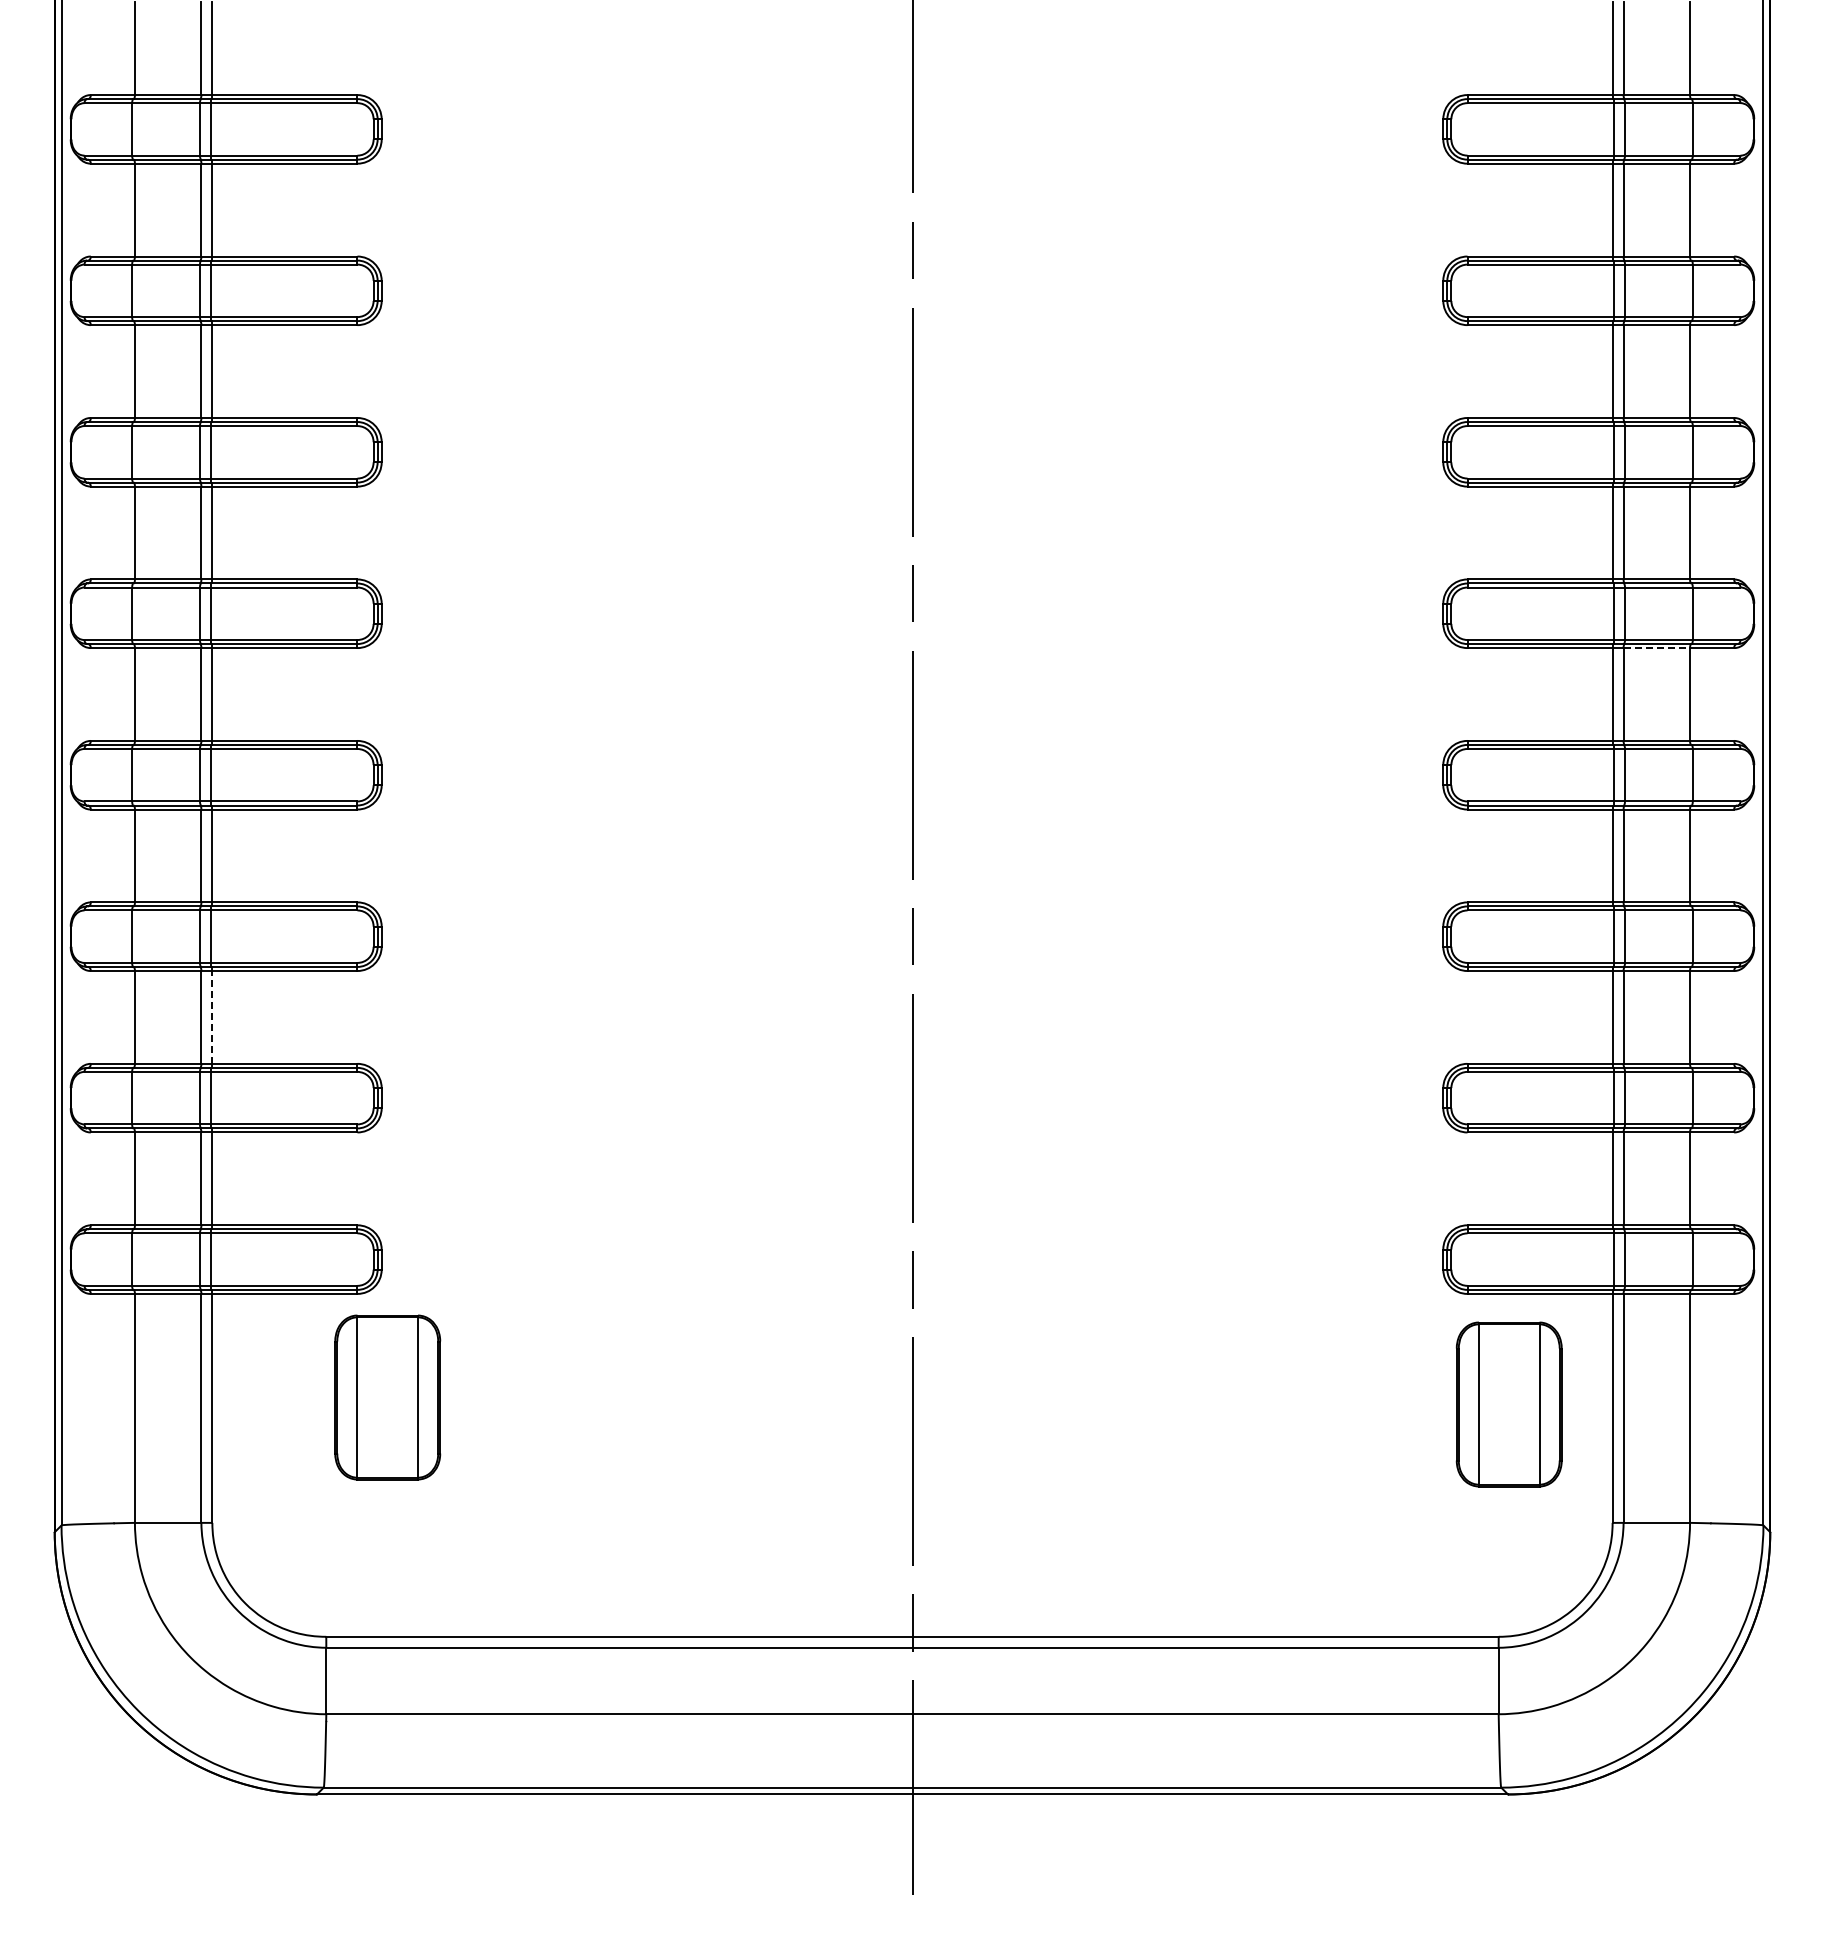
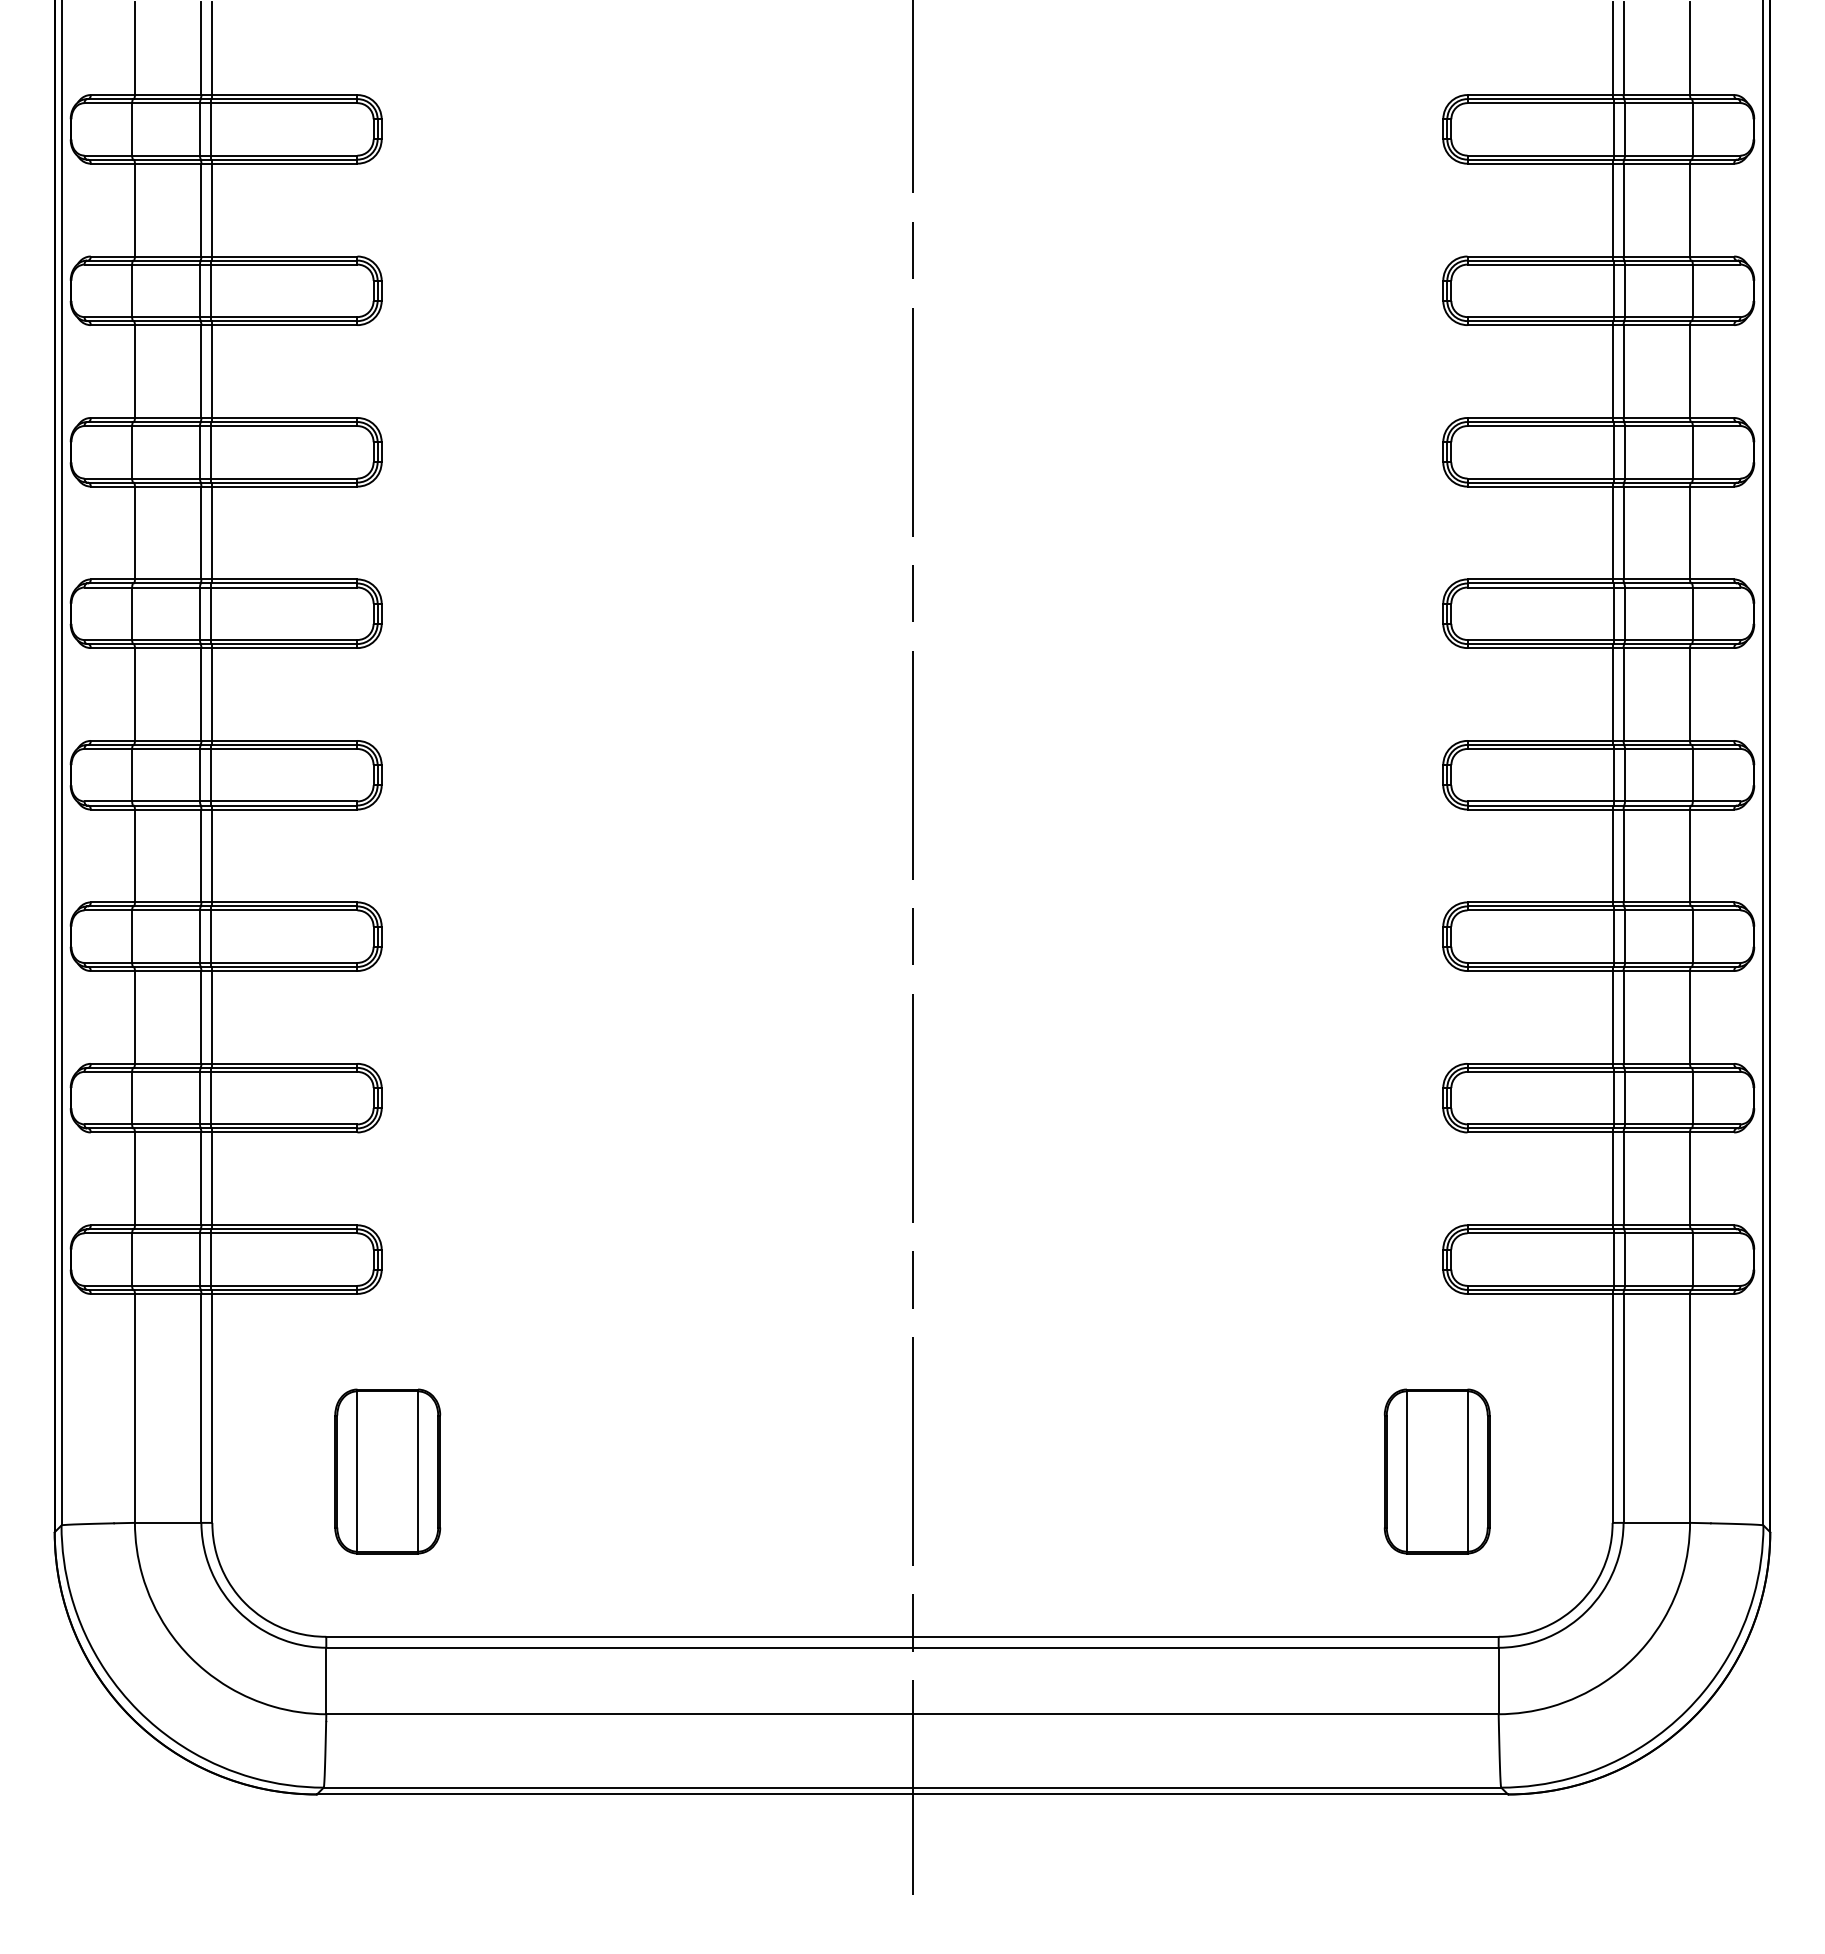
line at (1657, 648): dashed -> solid
line at (212, 1016): dashed -> solid
part at (387, 1397) position: (387, 1397) -> (387, 1471)
part at (1508, 1404) position: (1508, 1404) -> (1436, 1471)
